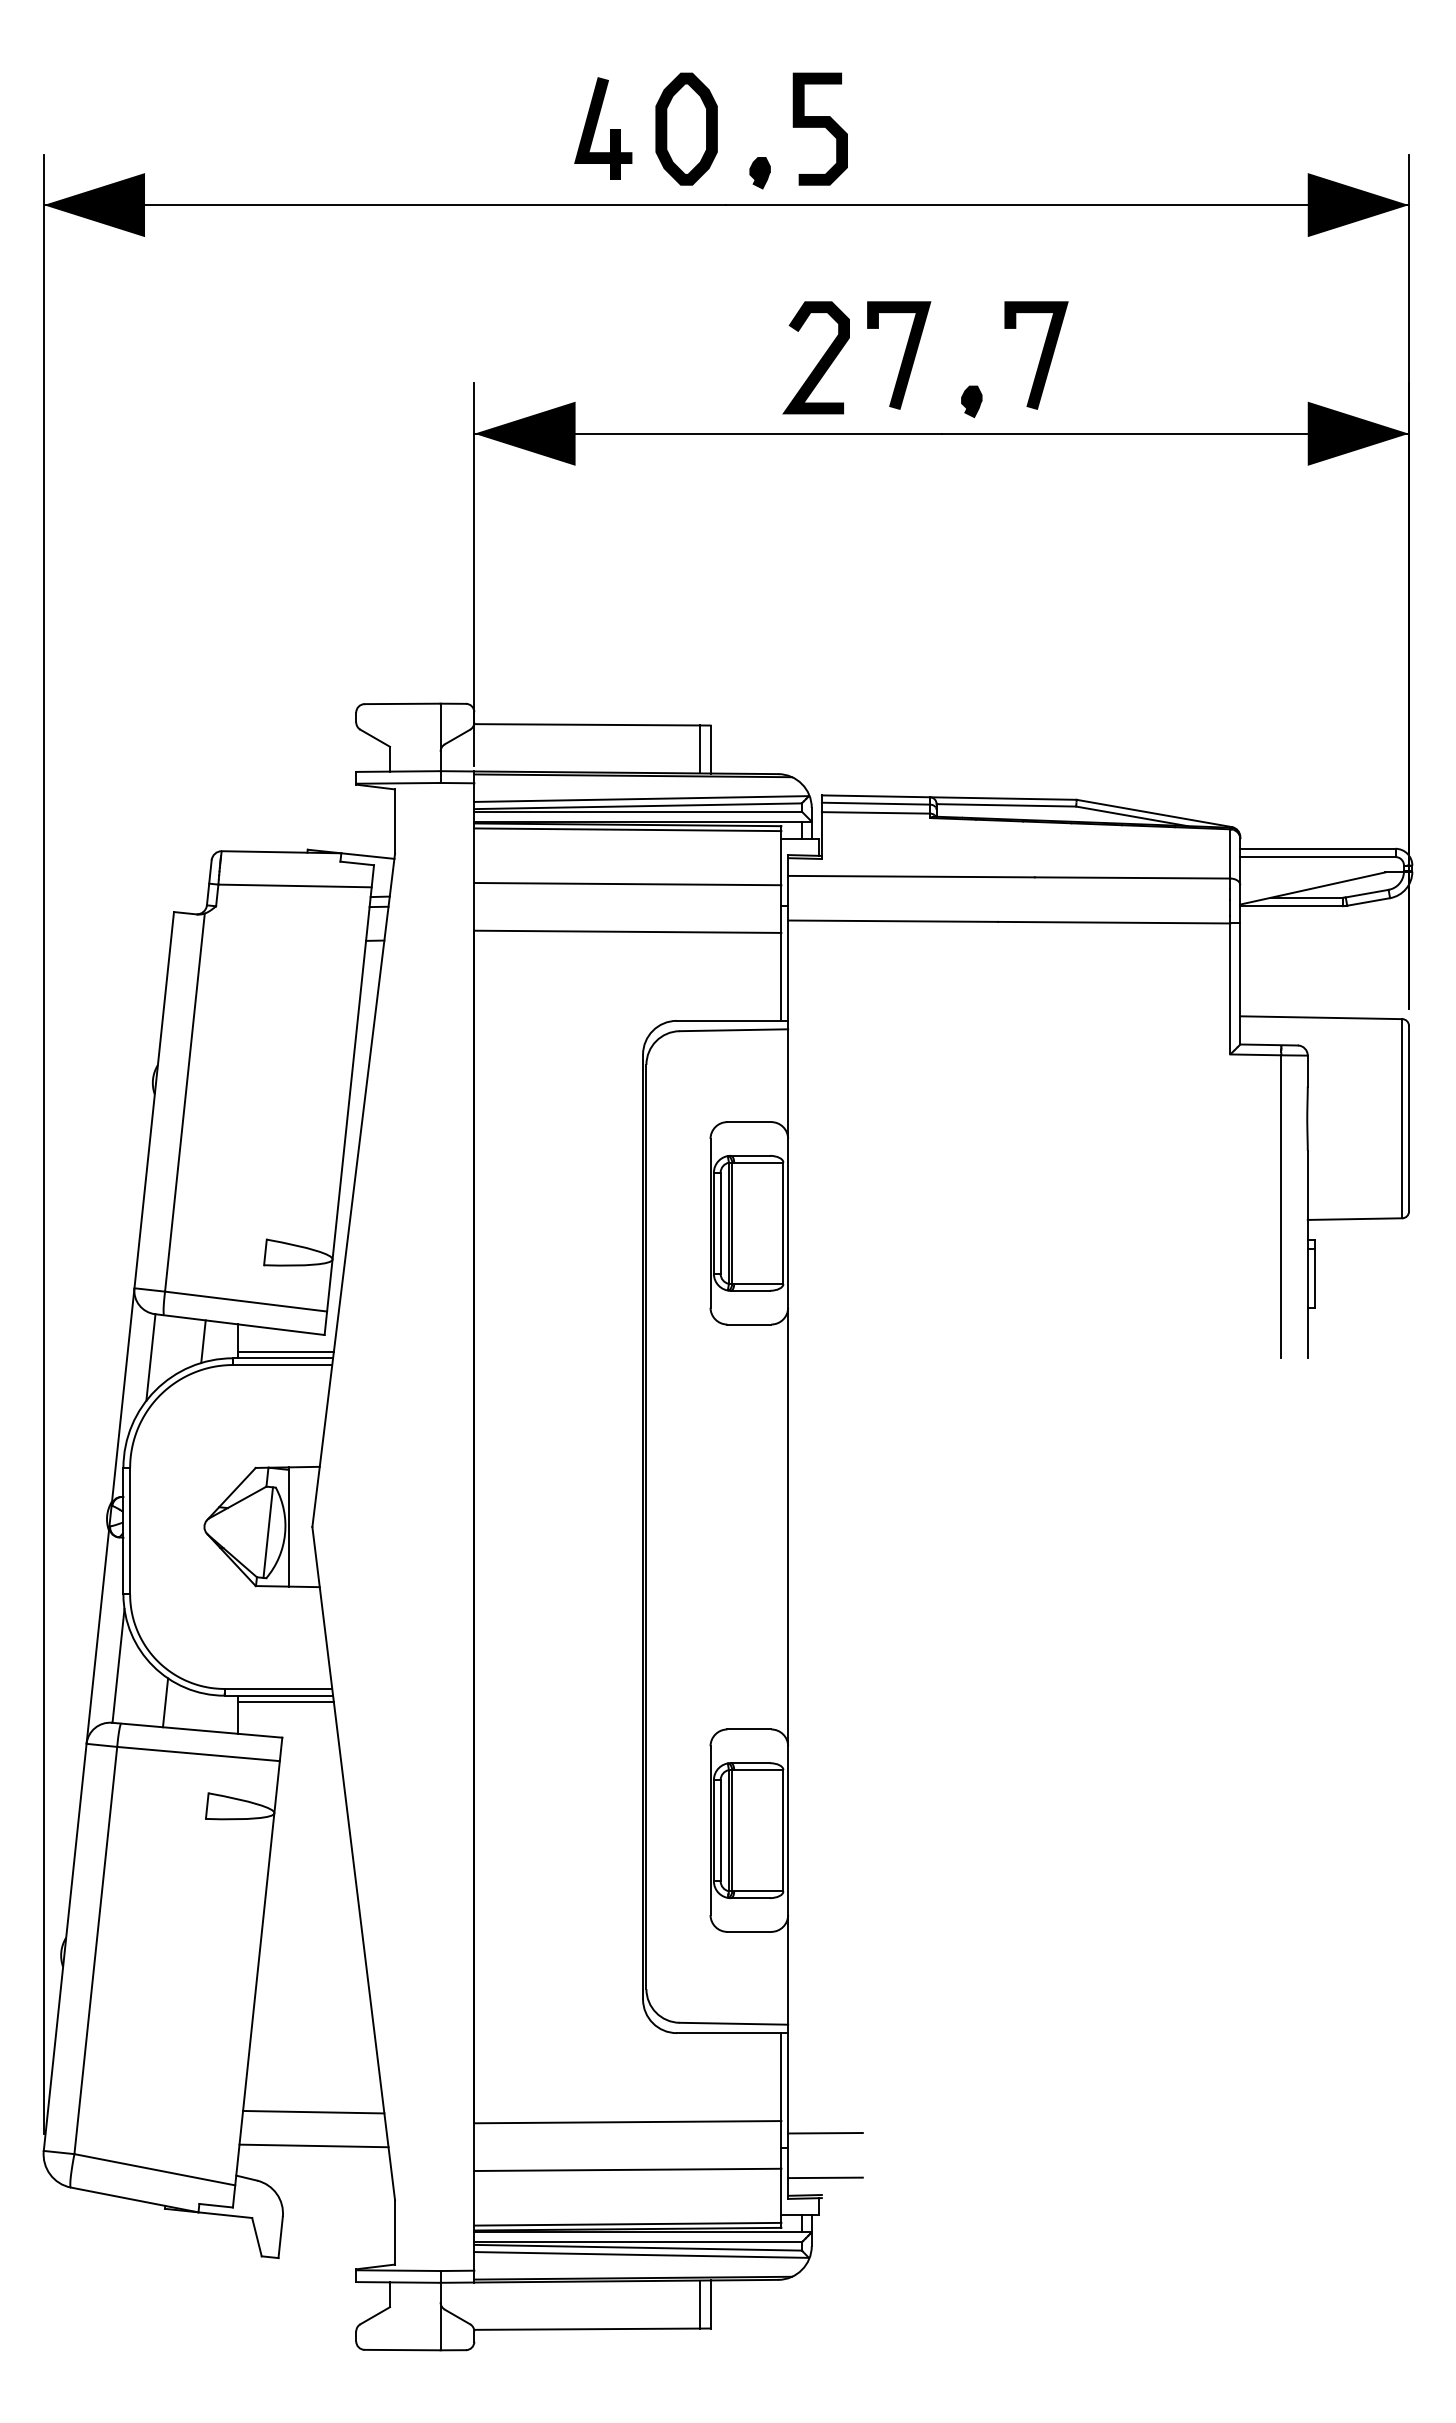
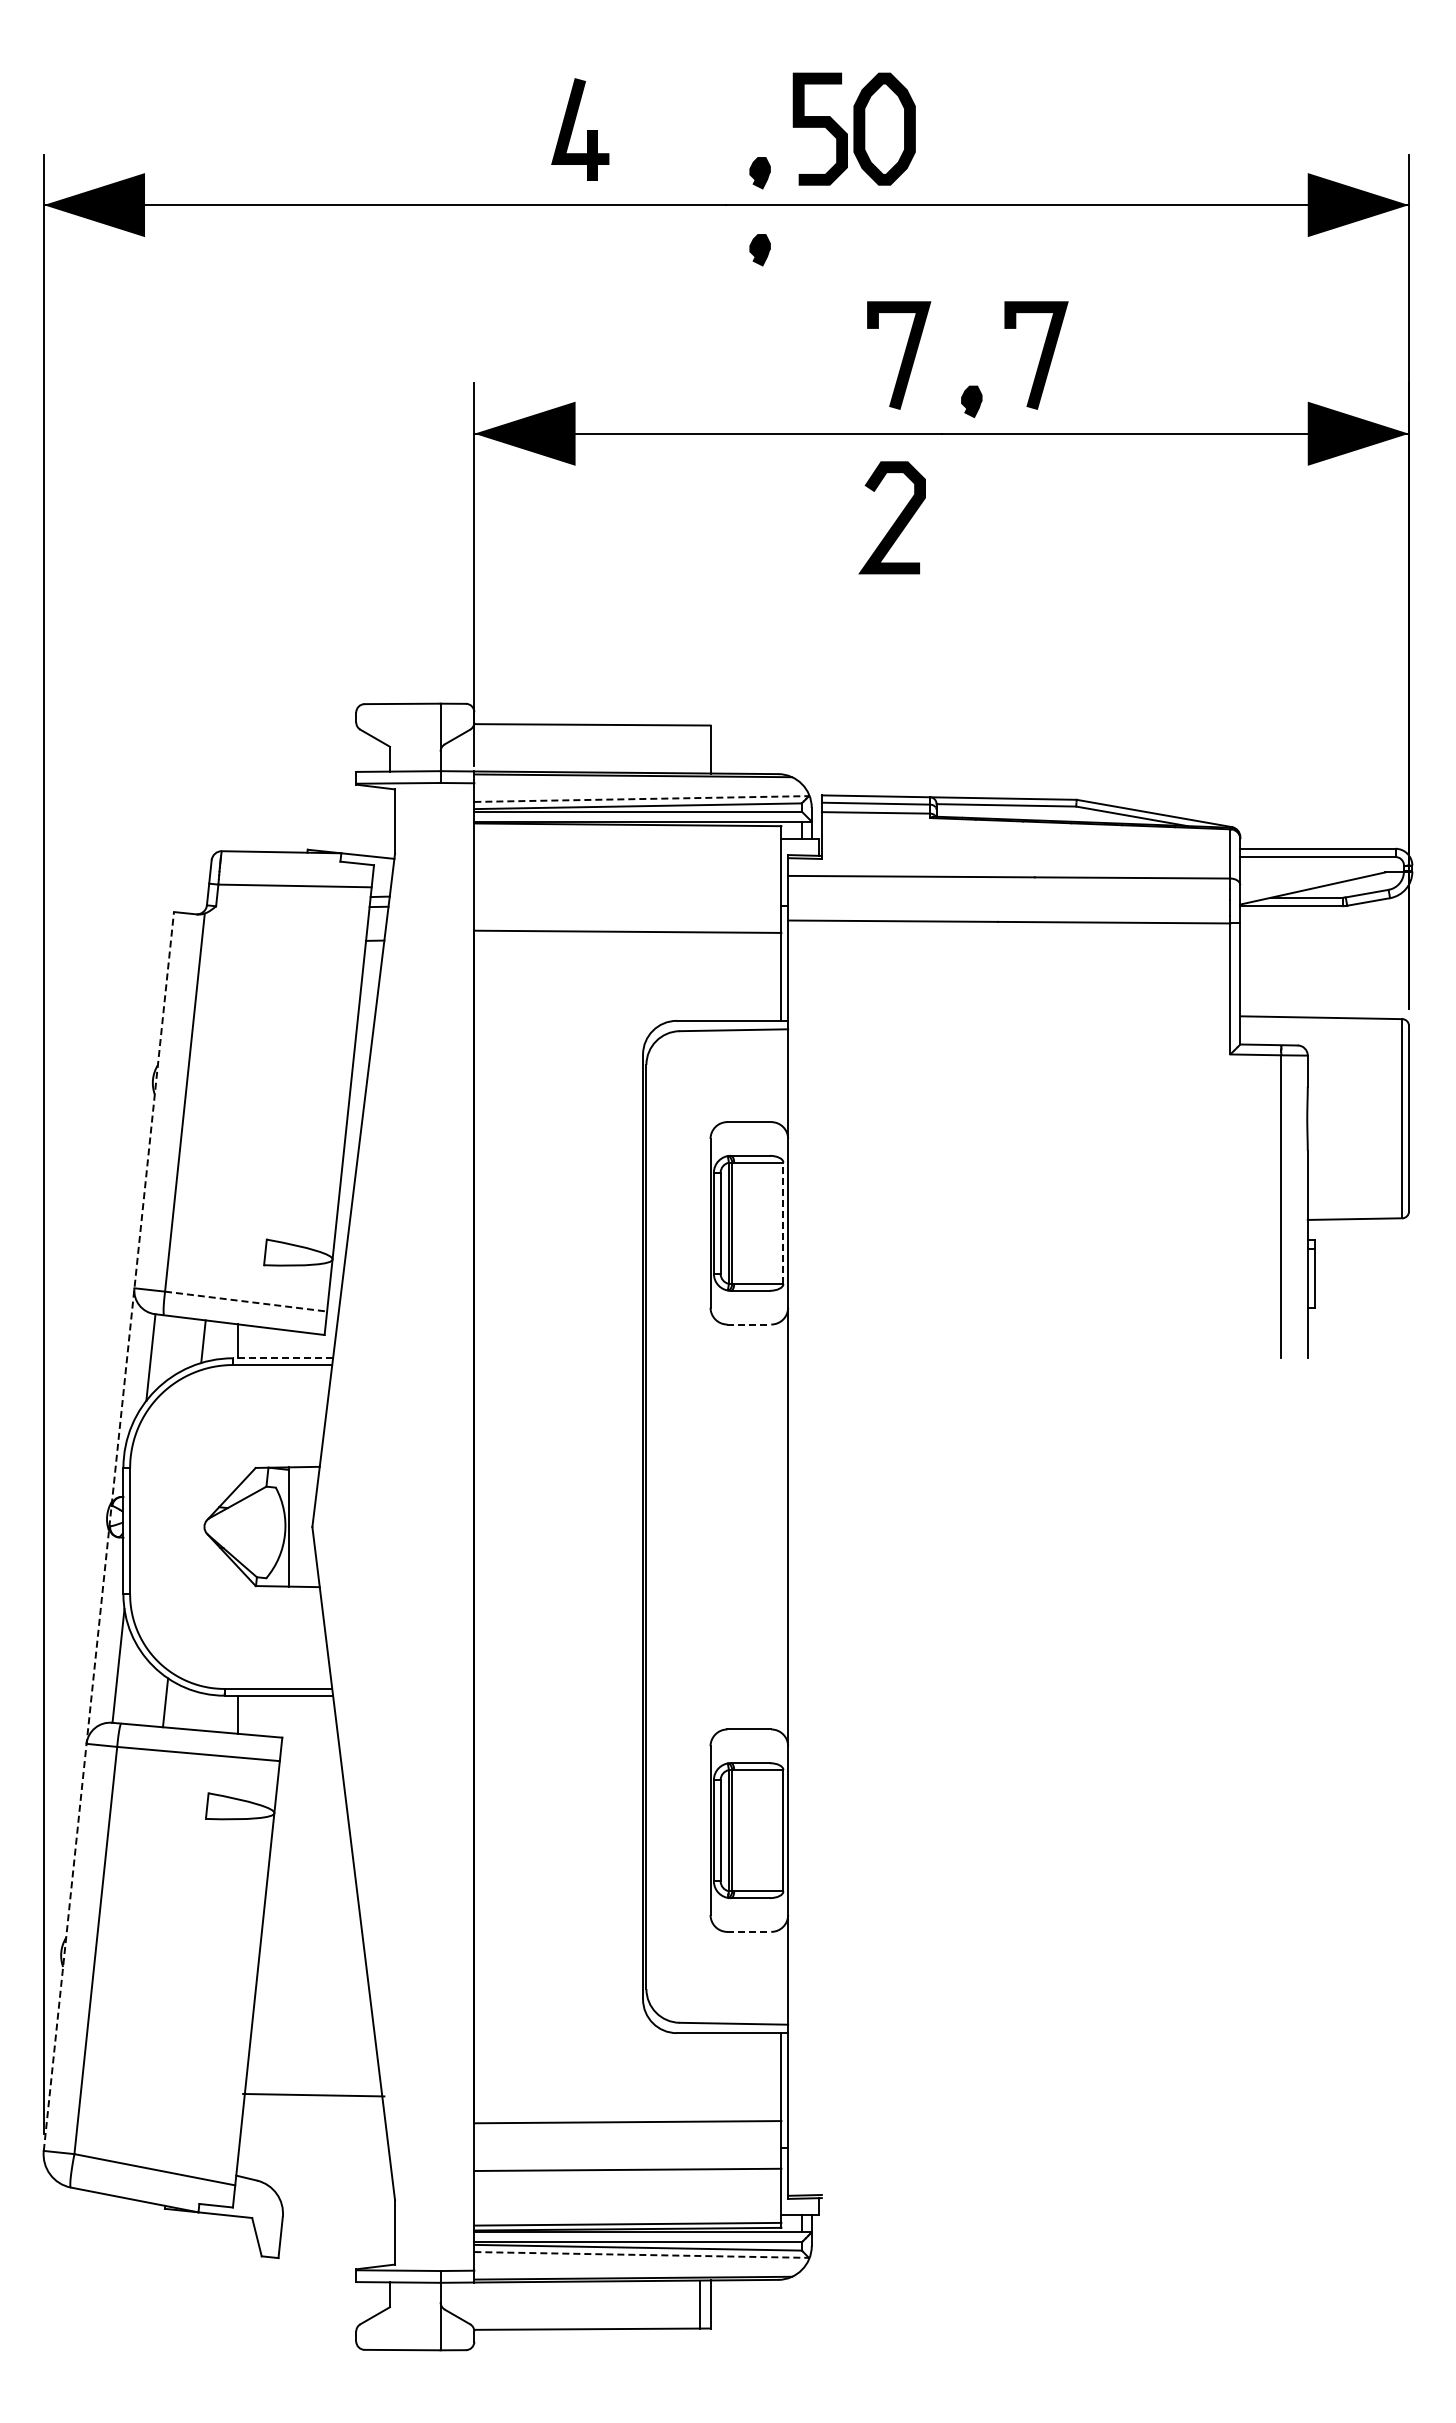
part at (596, 127) position: (596, 127) -> (573, 128)
part at (686, 128) position: (686, 128) -> (884, 128)
part at (759, 250): none -> present
curve at (819, 360) position: (819, 360) -> (895, 520)
line at (700, 749): present -> none
line at (642, 799): solid -> dashed
line at (627, 829): present -> none
line at (627, 884): present -> none
line at (783, 1223): solid -> dashed
line at (246, 1301): solid -> dashed
line at (749, 1324): solid -> dashed
line at (285, 1351): present -> none
line at (282, 1358): solid -> dashed
line at (108, 1531): solid -> dashed
line at (268, 1532): present -> none
line at (285, 1702): present -> none
line at (749, 1931): solid -> dashed
line at (313, 2111) position: (313, 2111) -> (313, 2094)
line at (825, 2133): present -> none
line at (313, 2145): present -> none
line at (825, 2177): present -> none
line at (642, 2254): solid -> dashed
